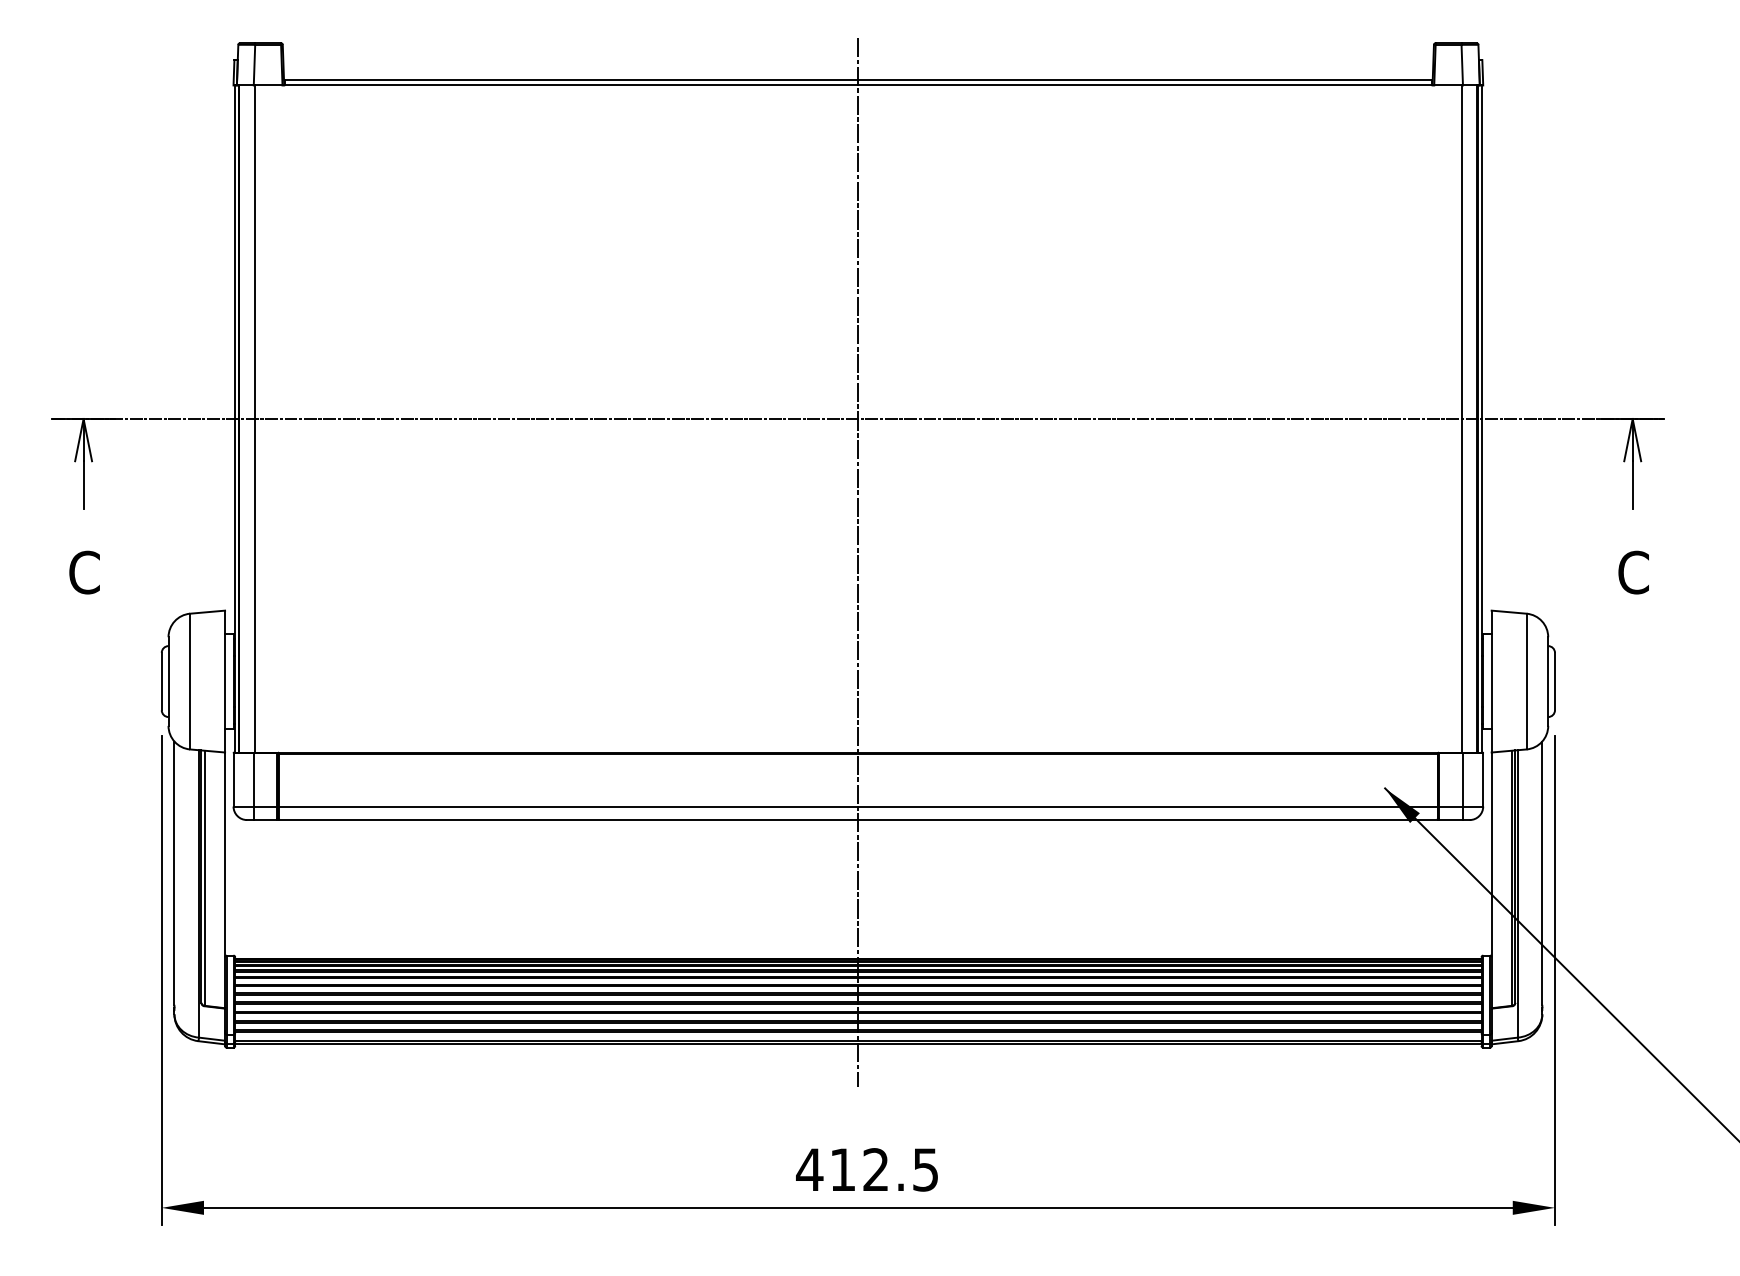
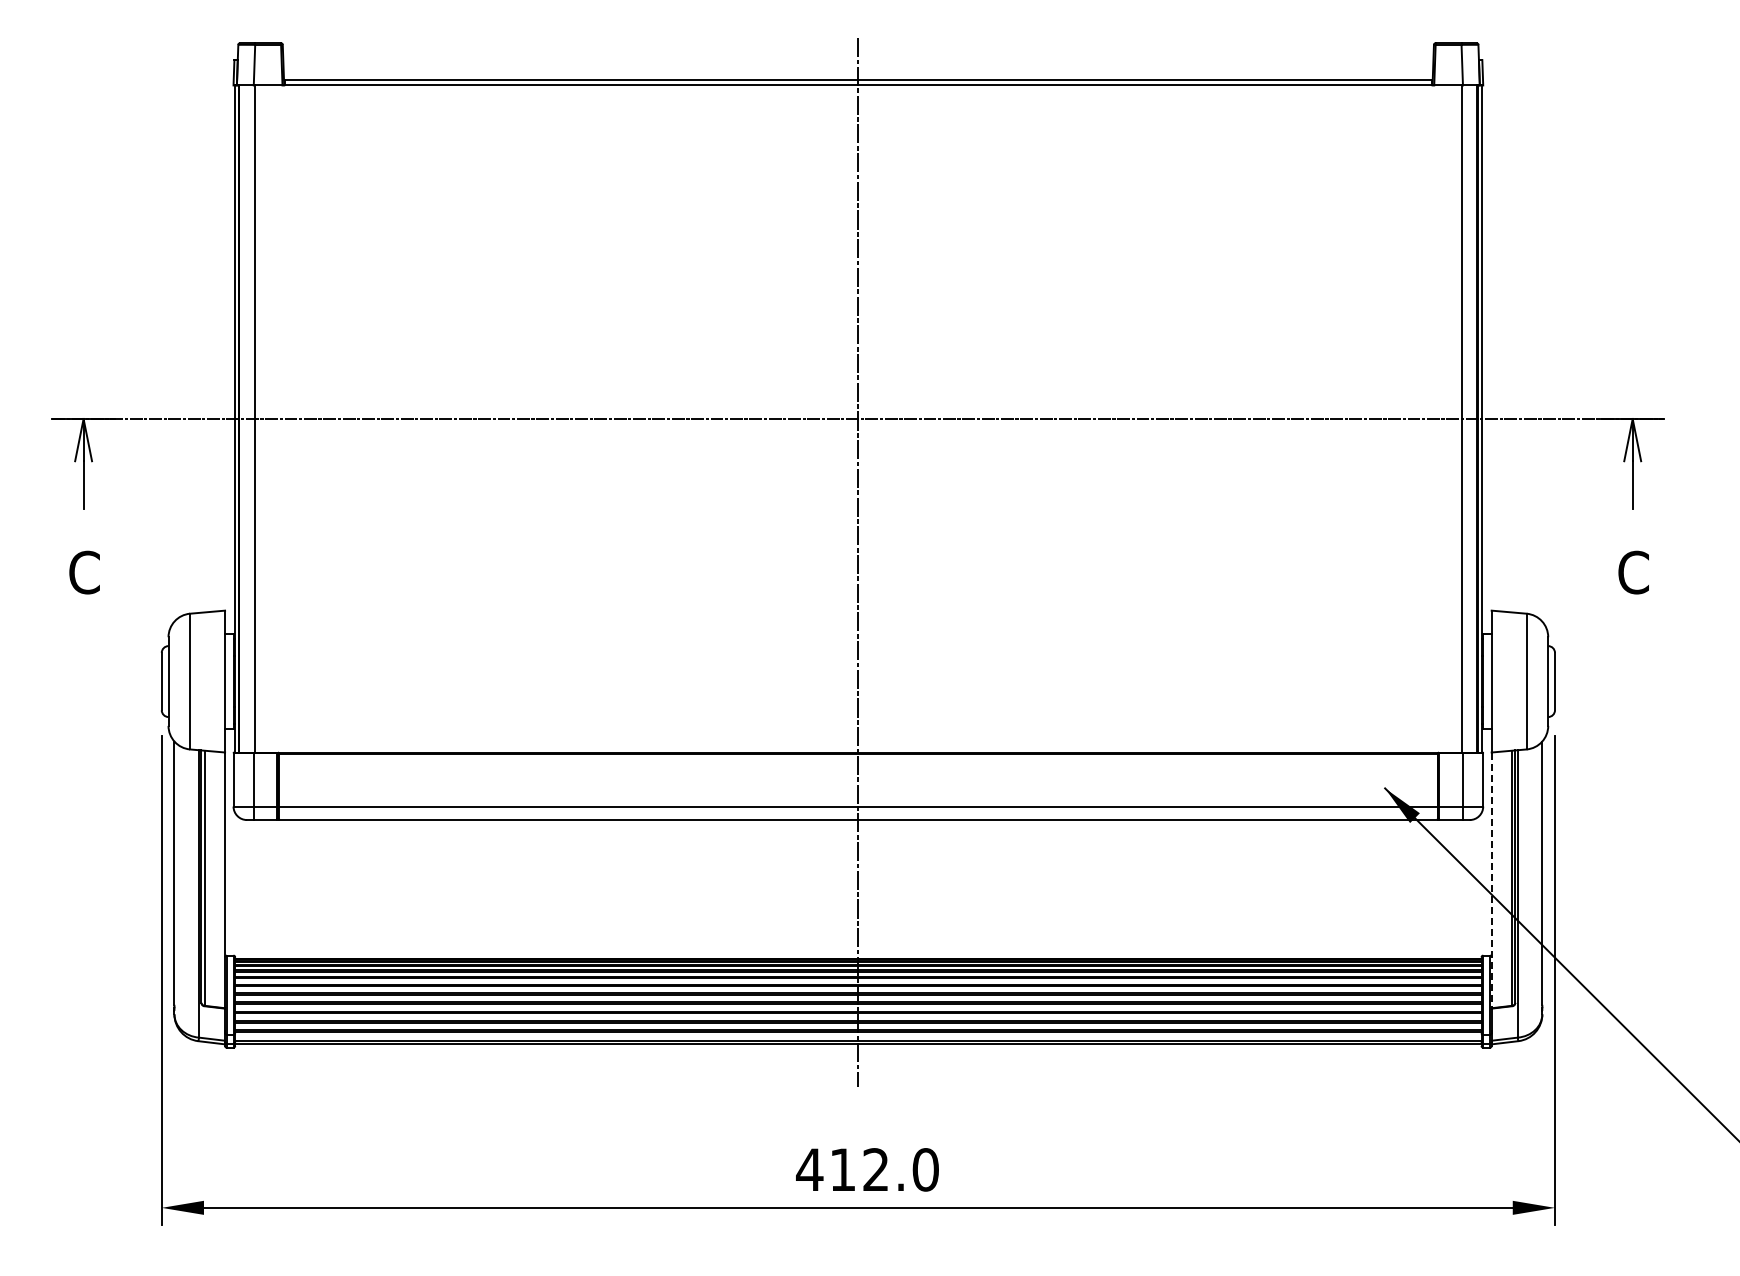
line at (1491, 880): solid -> dashed
text at (925, 1169): 412.5 -> 412.0
